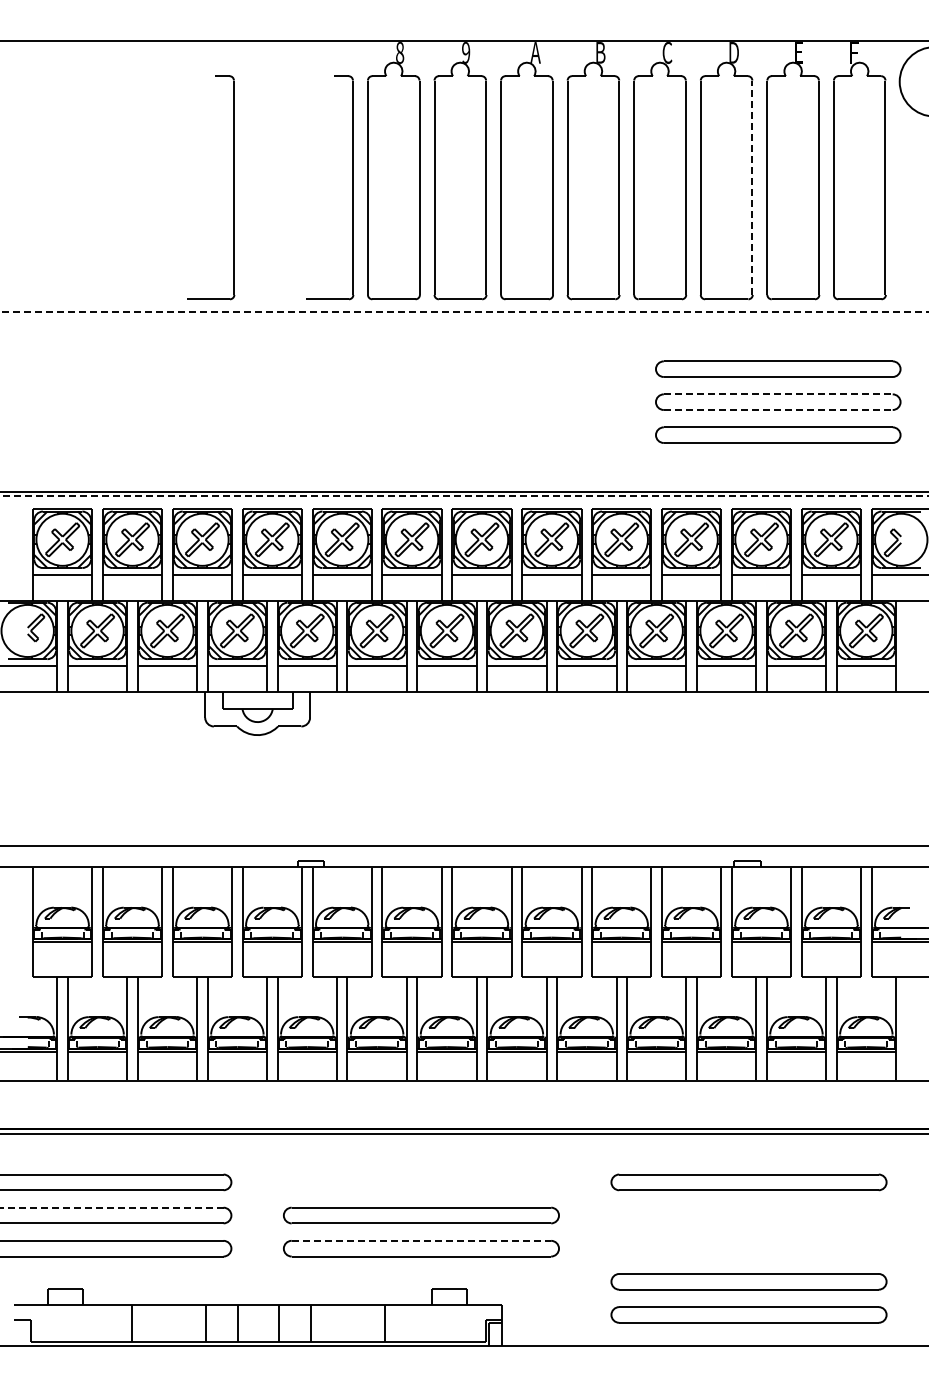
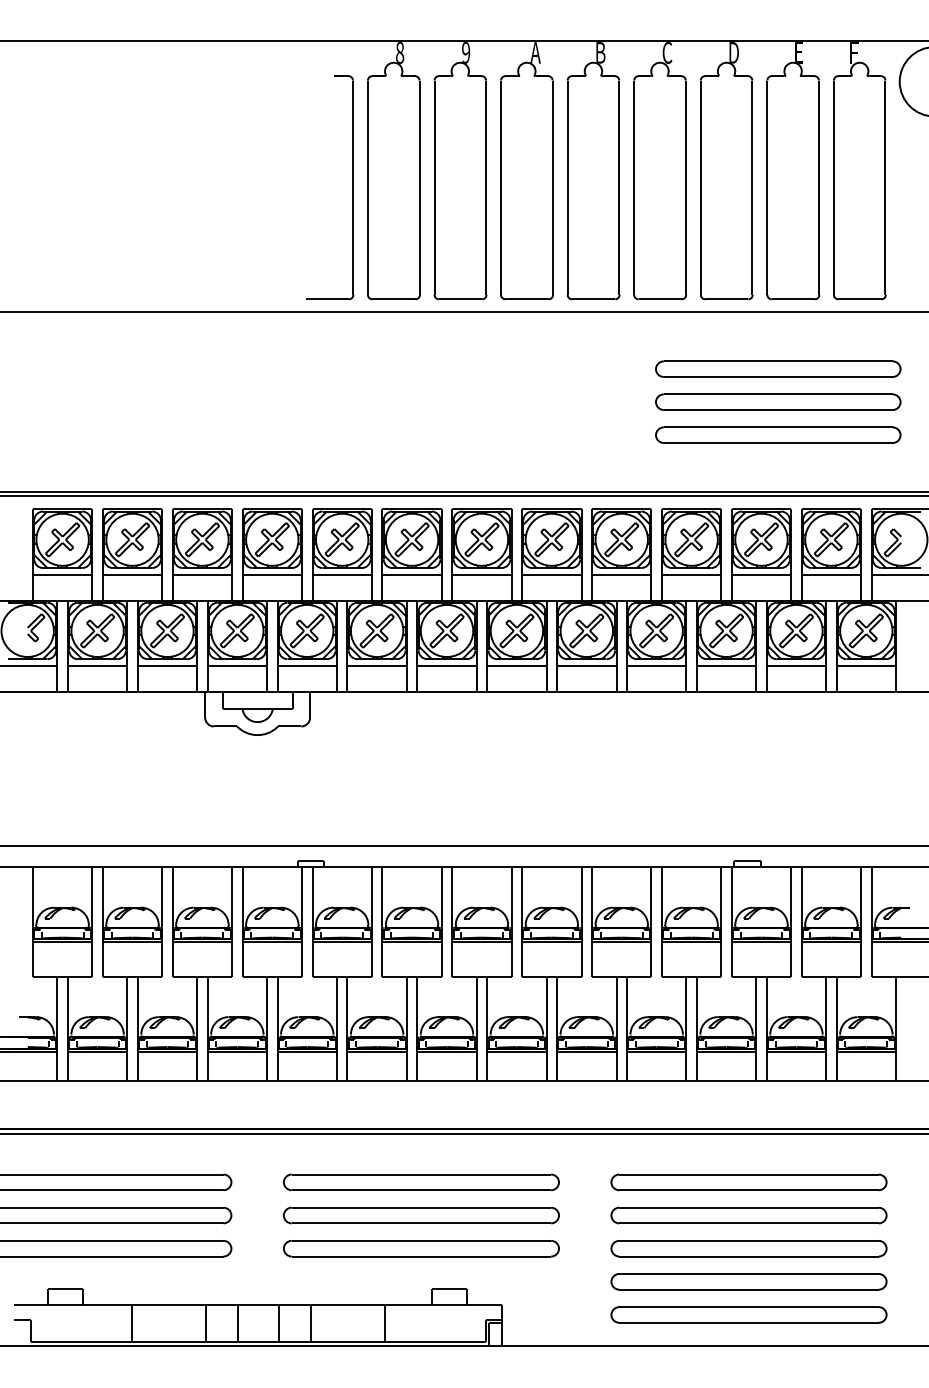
part at (233, 187): present -> none
line at (752, 187): dashed -> solid
line at (464, 312): dashed -> solid
line at (778, 394): dashed -> solid
line at (778, 410): dashed -> solid
line at (464, 496): dashed -> solid
part at (421, 1182): none -> present
line at (111, 1207): dashed -> solid
part at (748, 1215): none -> present
line at (421, 1240): dashed -> solid
part at (748, 1248): none -> present
